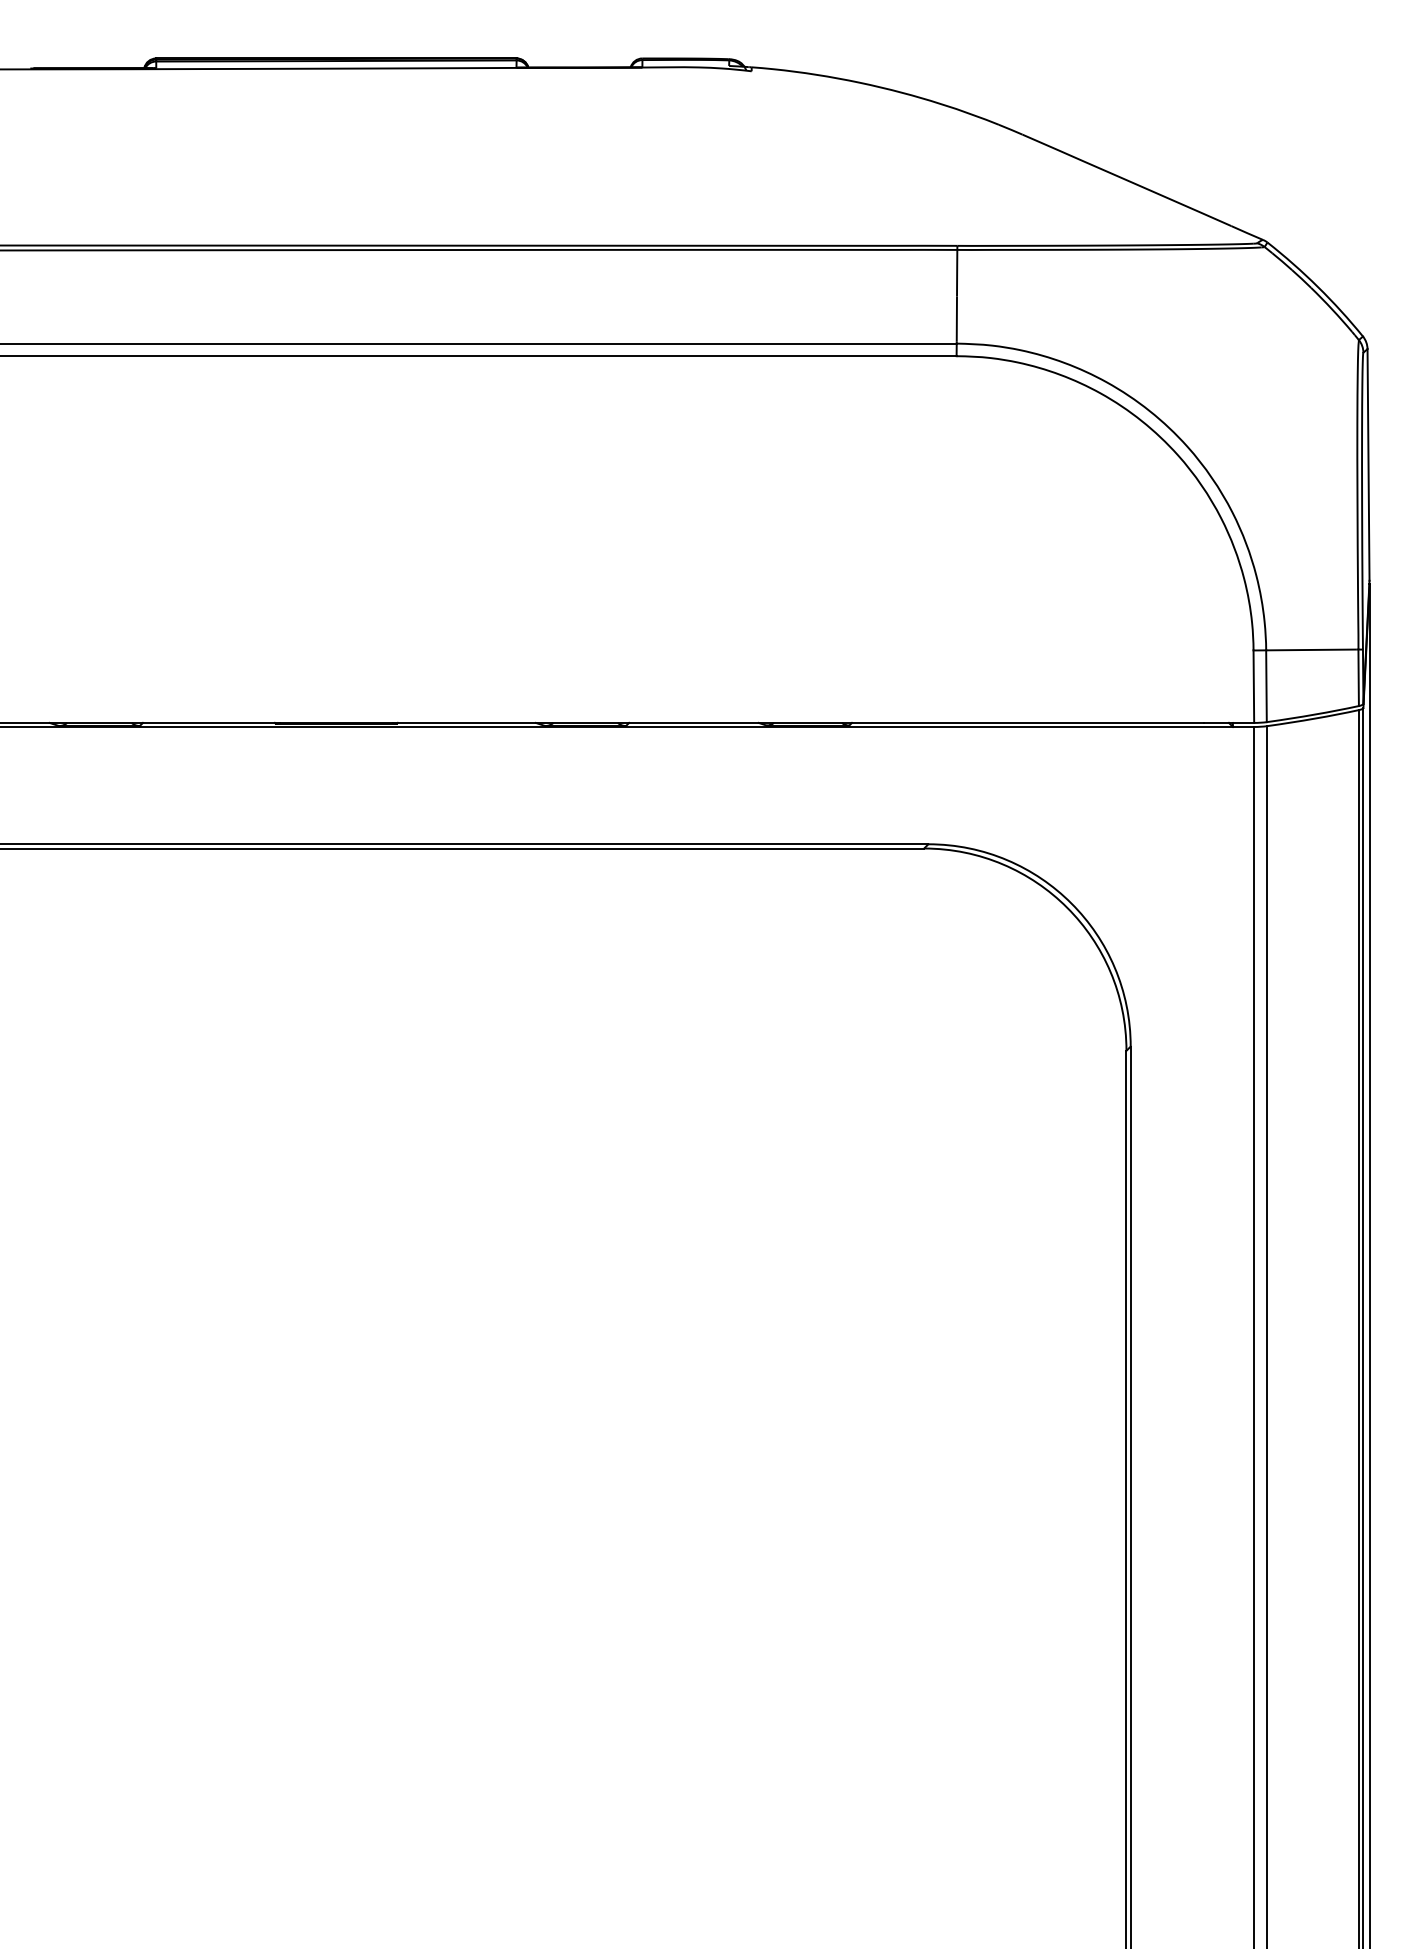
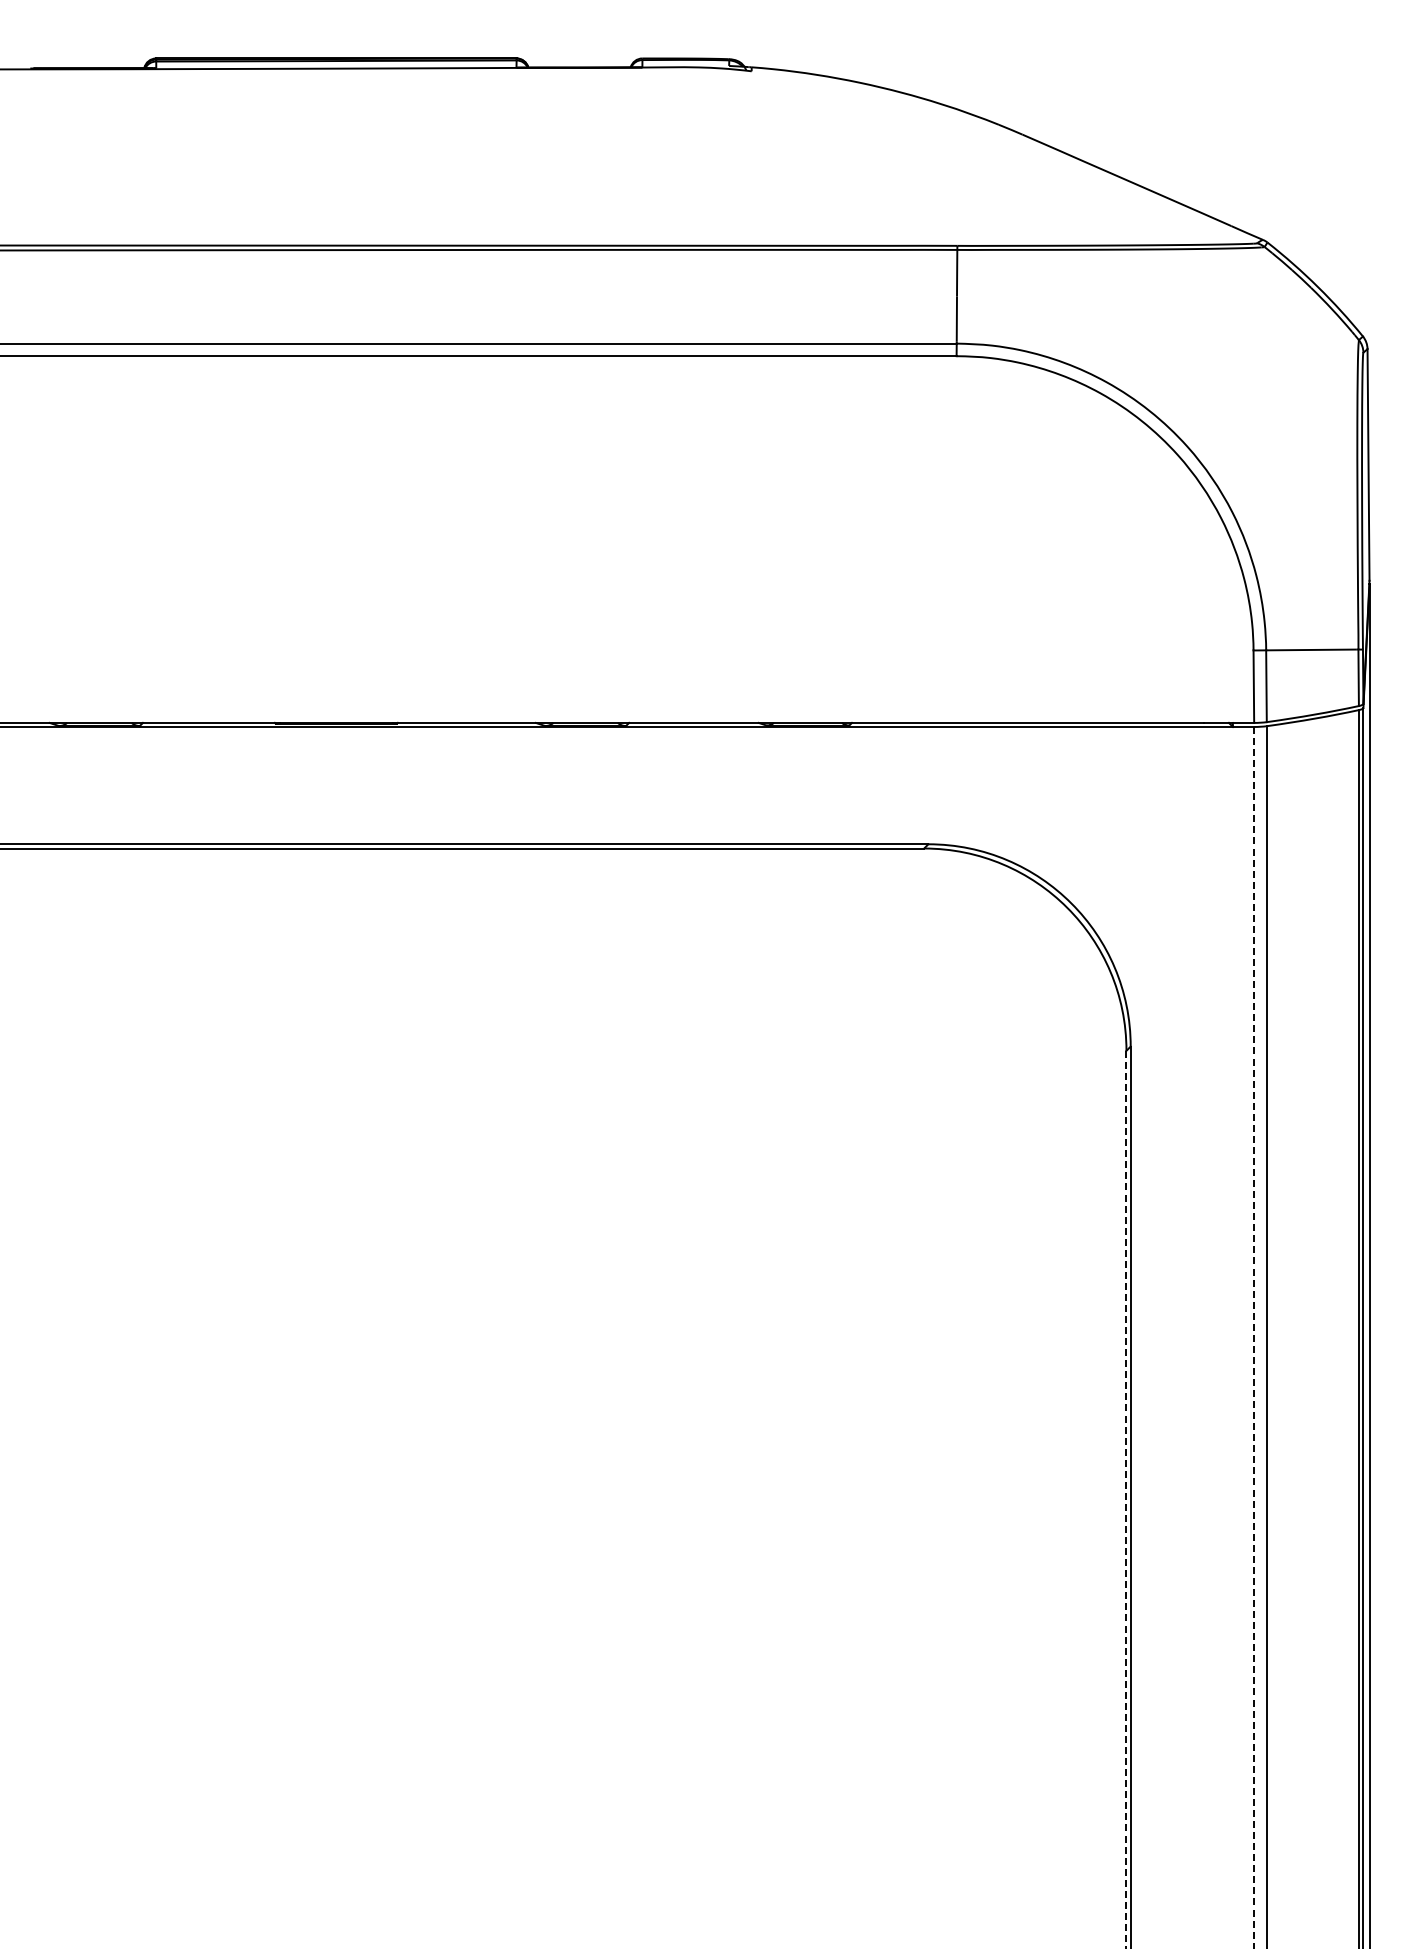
line at (1254, 1338): solid -> dashed
line at (1126, 1499): solid -> dashed
